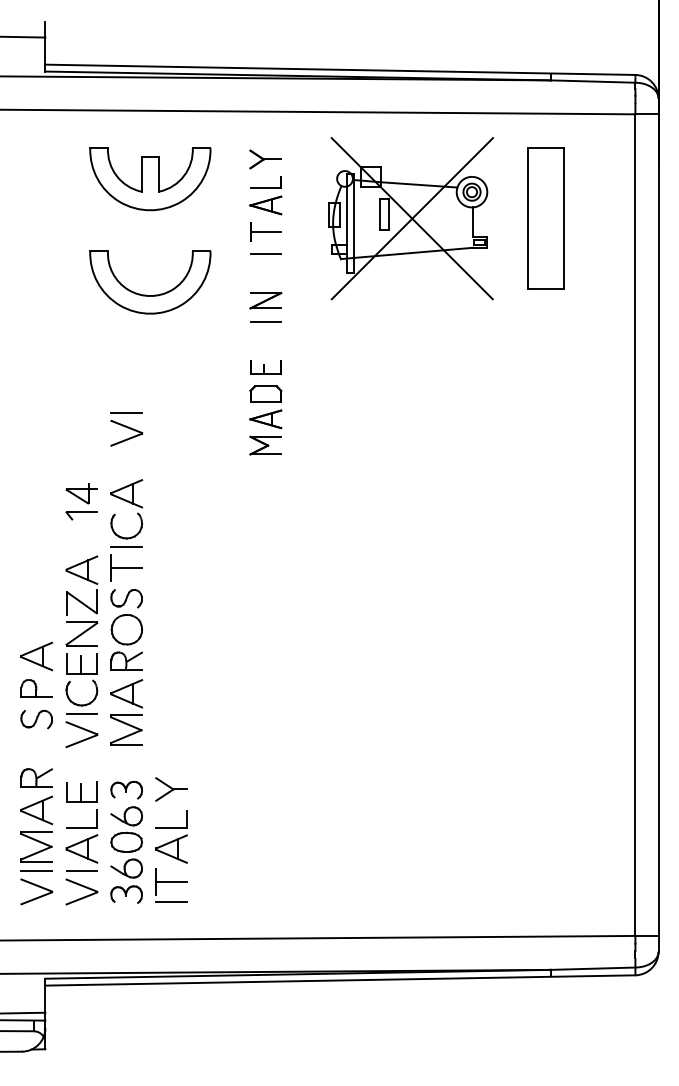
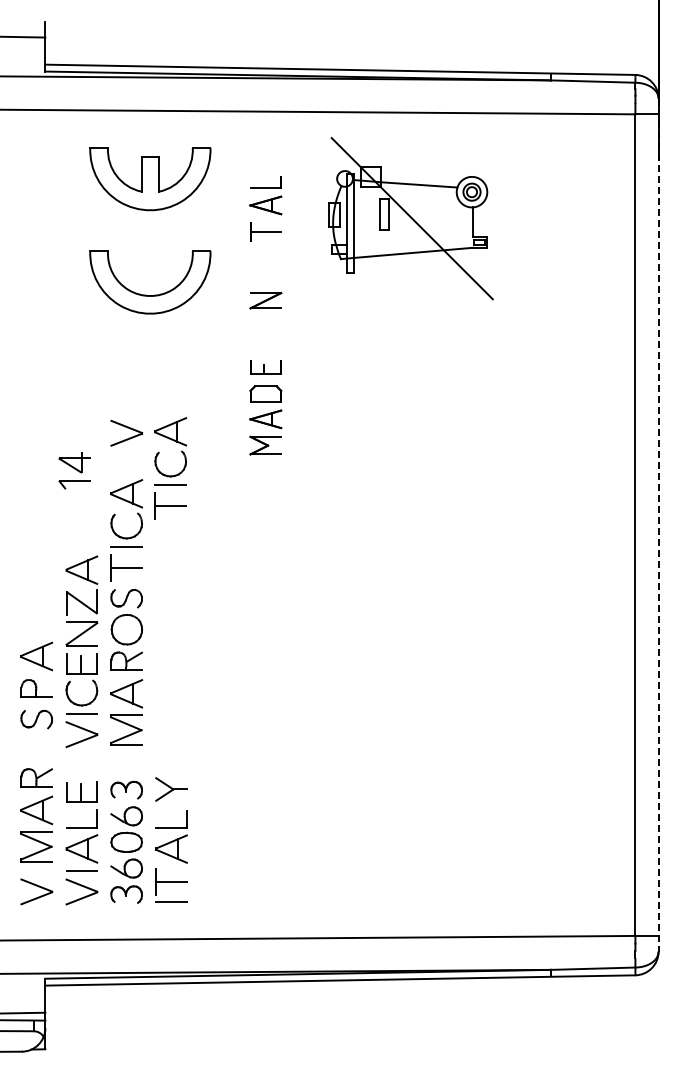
part at (265, 159): present -> none
line at (412, 218): present -> none
part at (545, 218): present -> none
line at (265, 254): present -> none
line at (265, 322): present -> none
line at (126, 412): present -> none
part at (170, 475): none -> present
part at (81, 501) position: (81, 501) -> (74, 470)
line at (658, 525): solid -> dashed
line at (36, 871): present -> none
